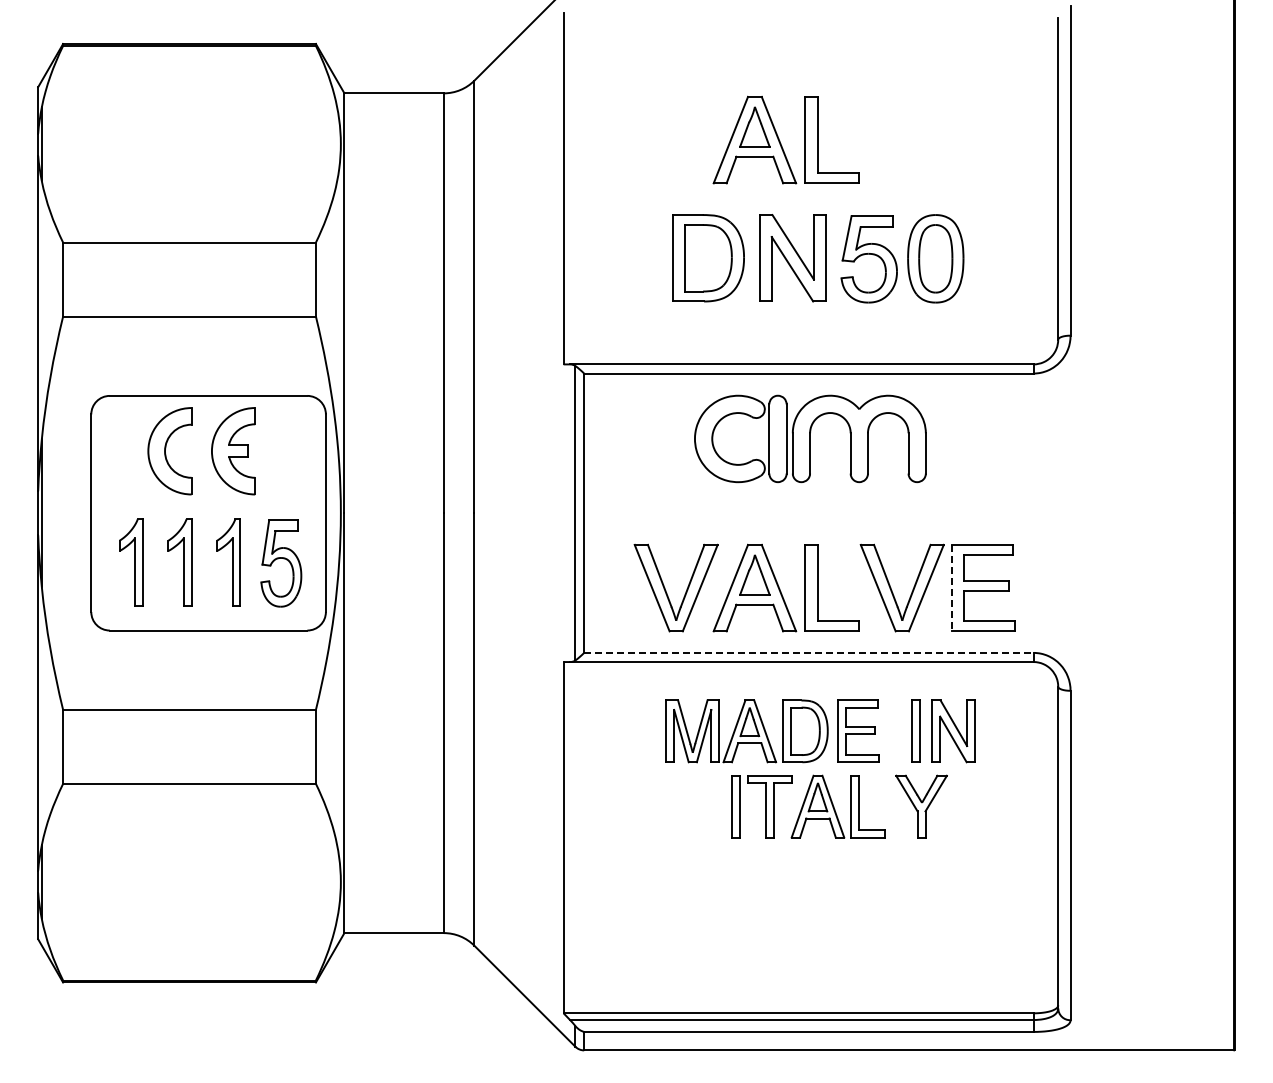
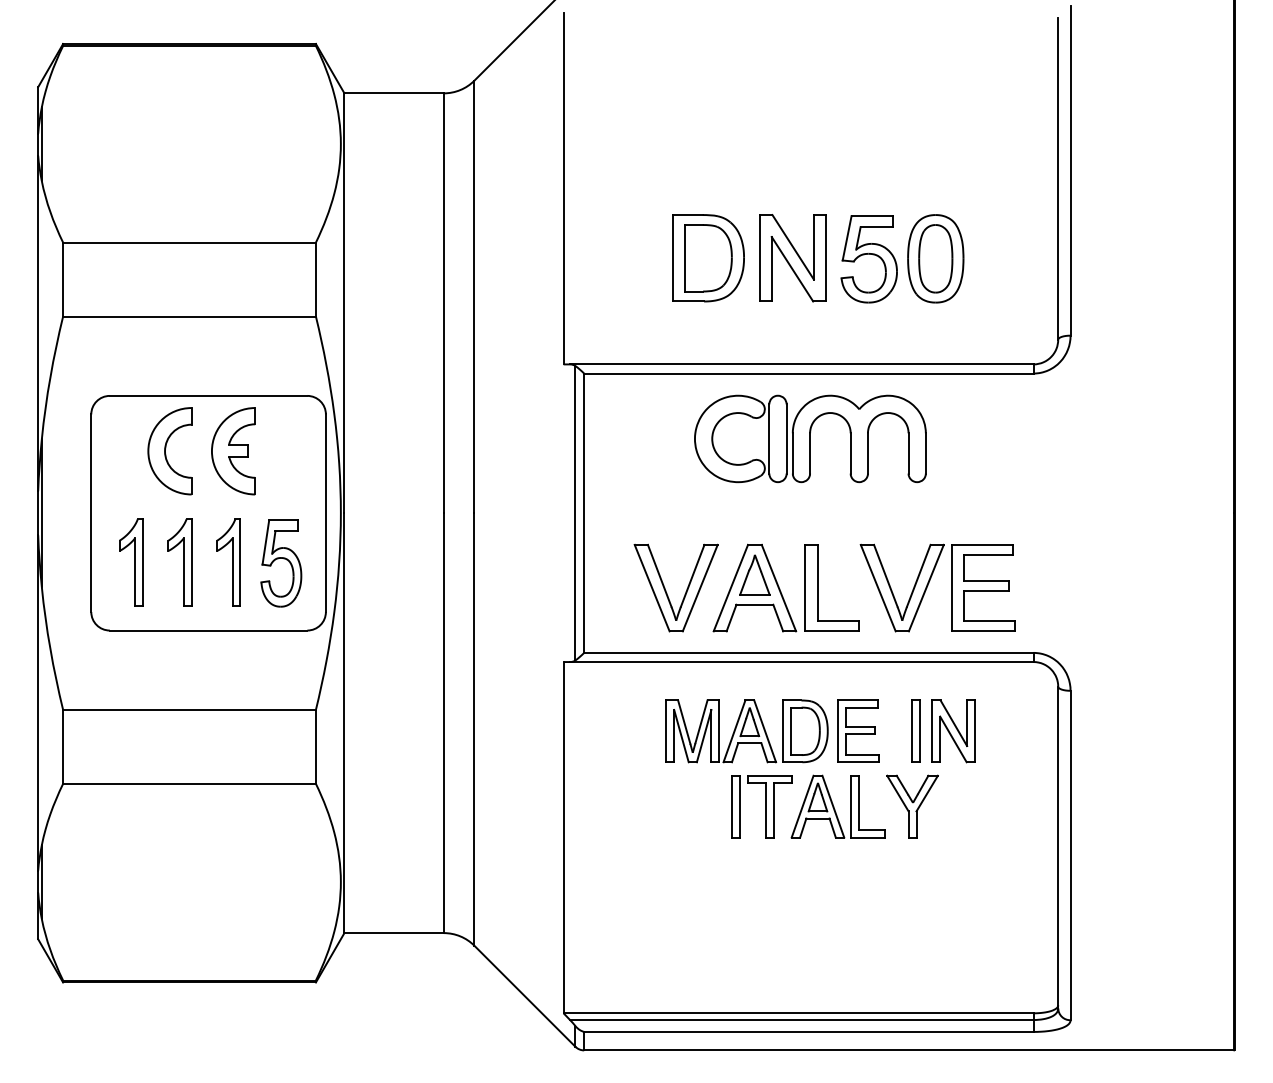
part at (785, 139): present -> none
line at (951, 588): dashed -> solid
line at (808, 652): dashed -> solid
part at (921, 806) position: (921, 806) -> (912, 806)
